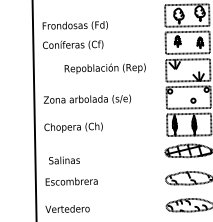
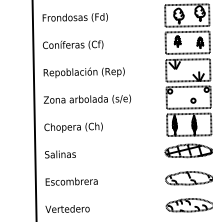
text at (74, 25) position: (74, 25) -> (74, 17)
text at (104, 68) position: (104, 68) -> (83, 72)
text at (64, 160) position: (64, 160) -> (60, 154)
